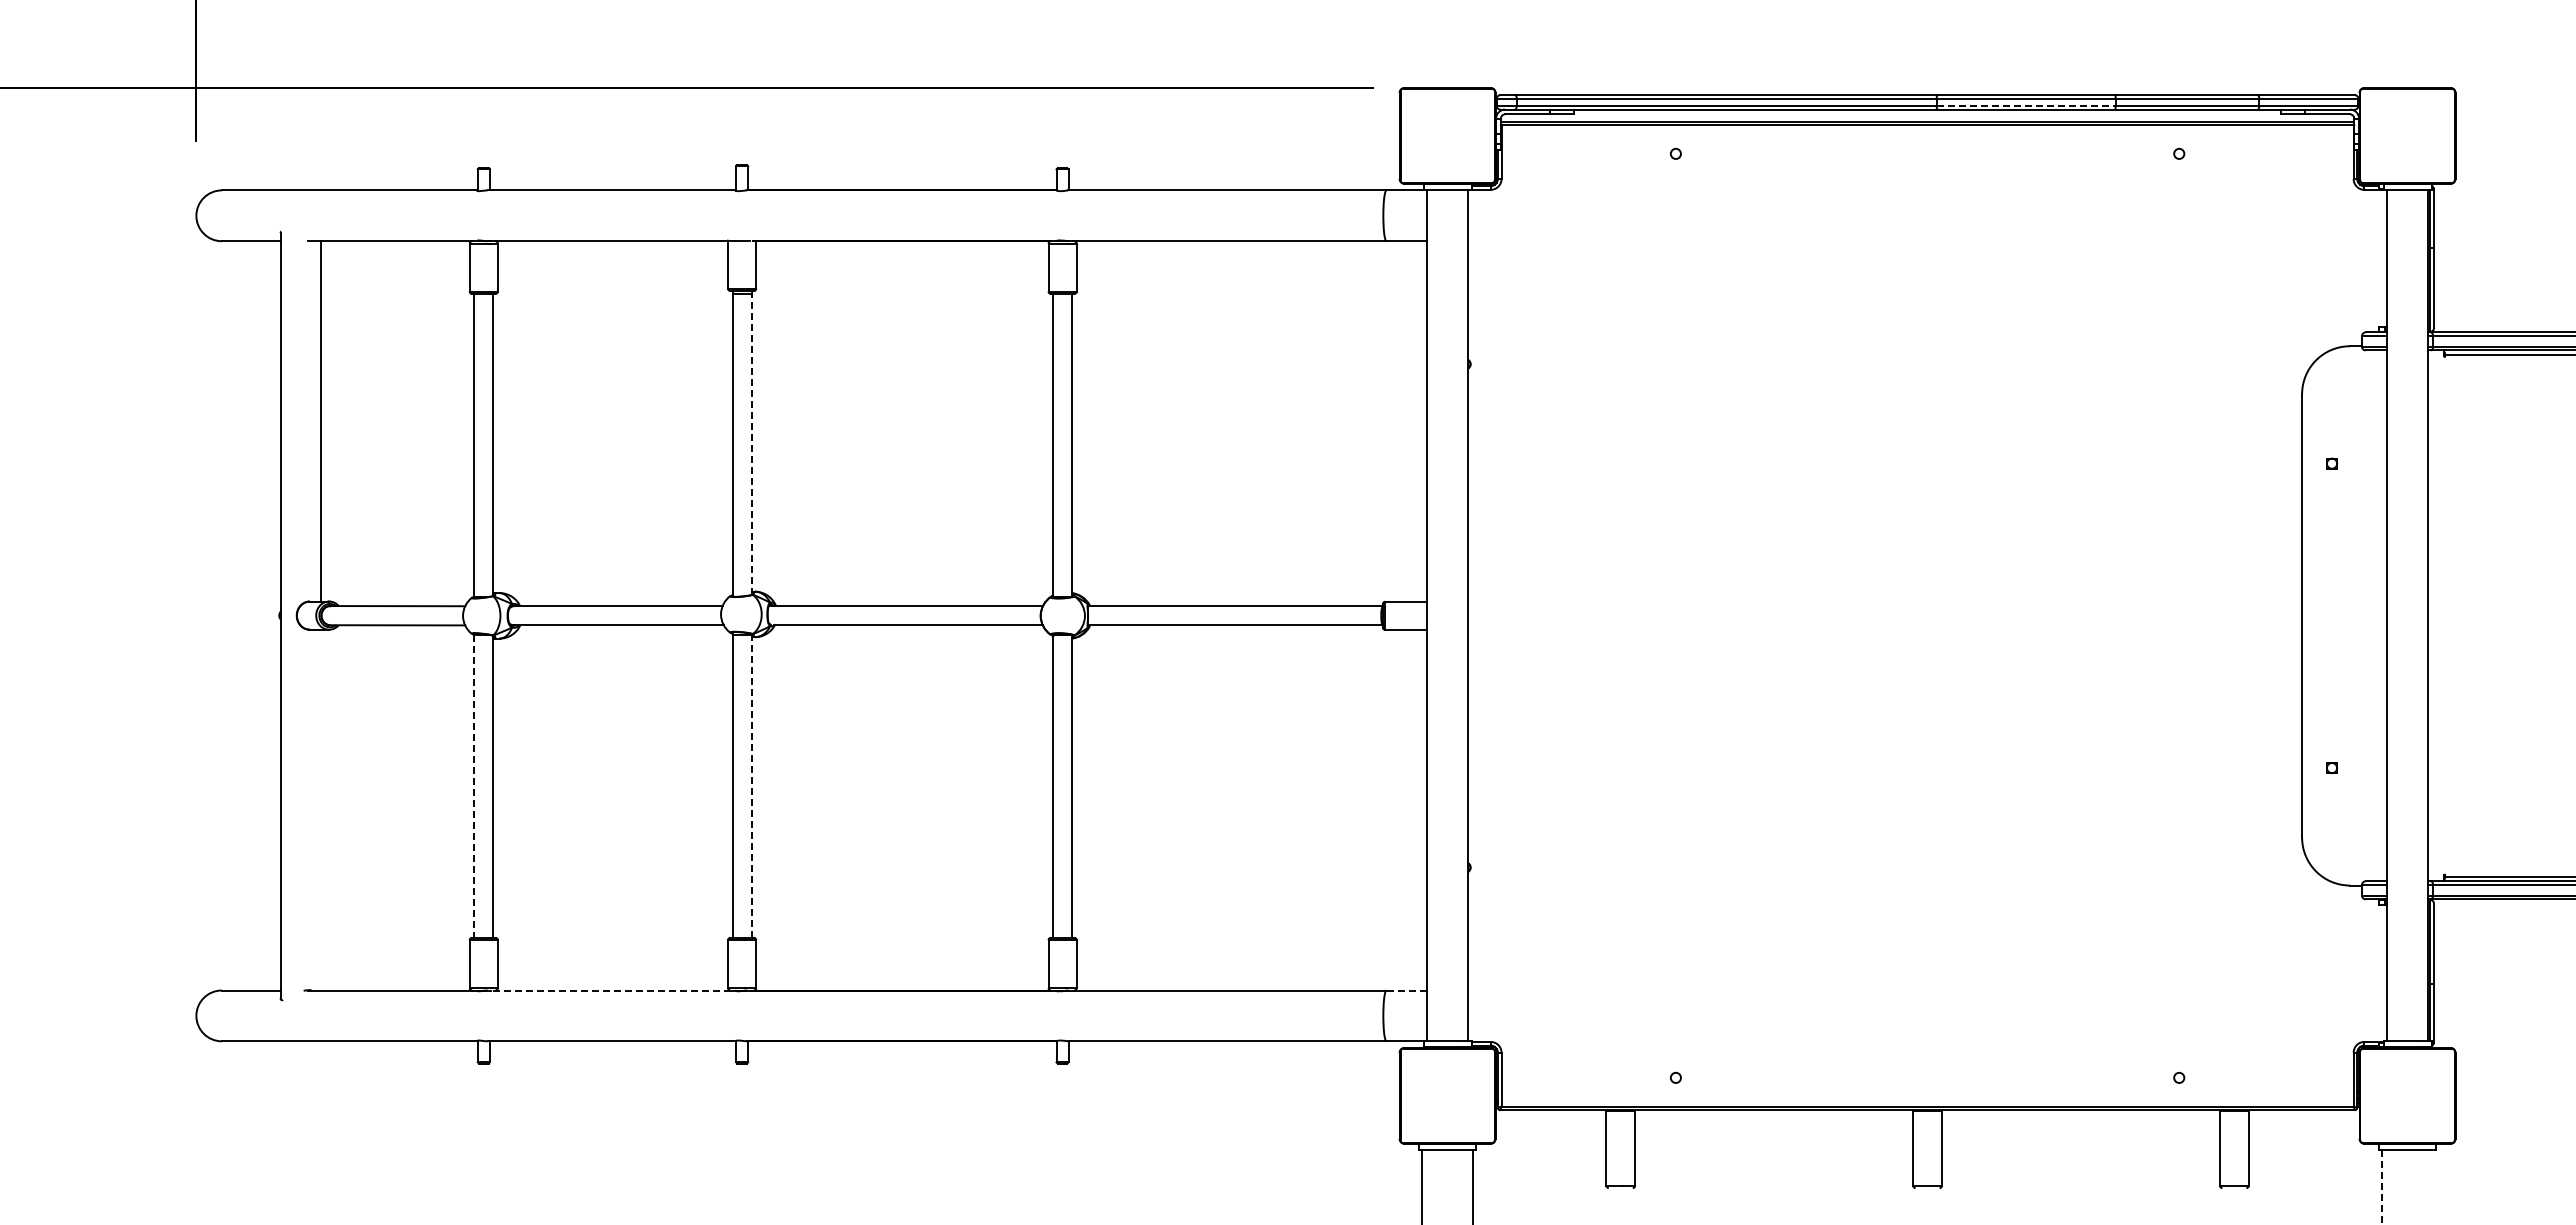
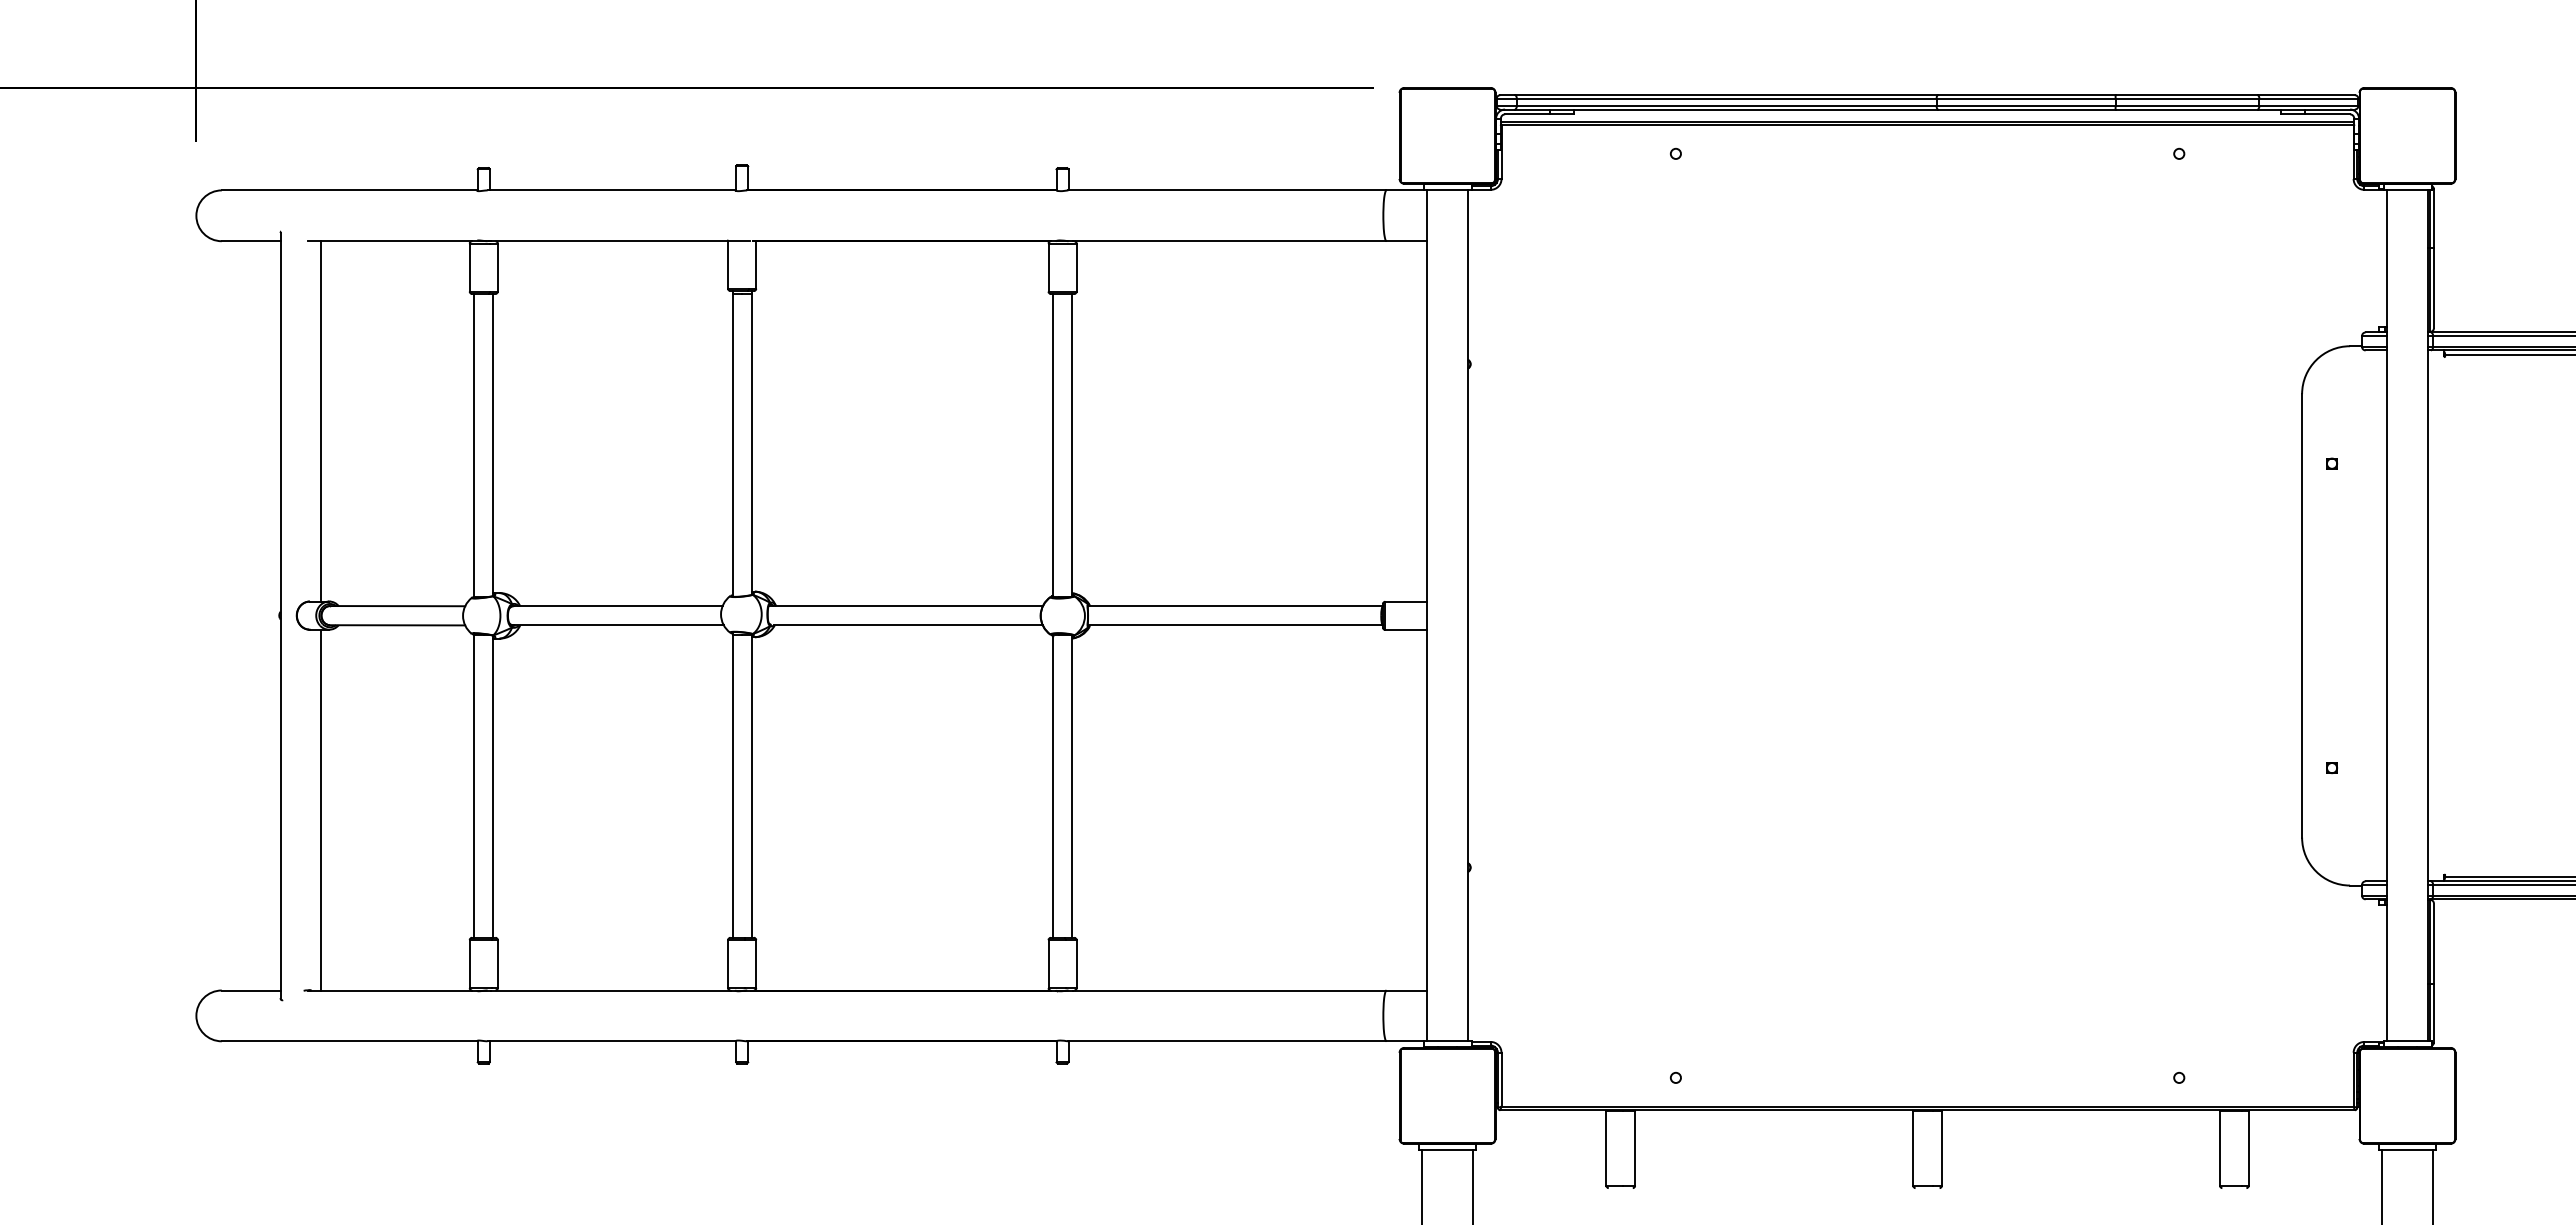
line at (2026, 105): dashed -> solid
line at (751, 443): dashed -> solid
line at (751, 785): dashed -> solid
line at (474, 786): dashed -> solid
line at (320, 809): none -> present
line at (610, 990): dashed -> solid
line at (1406, 990): dashed -> solid
line at (2432, 1185): none -> present
line at (2382, 1187): dashed -> solid
